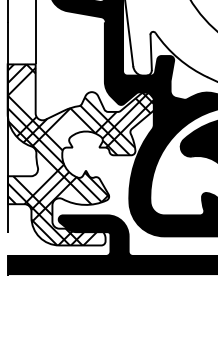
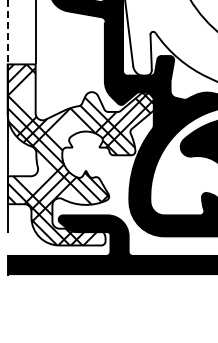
line at (7, 32): solid -> dashed
